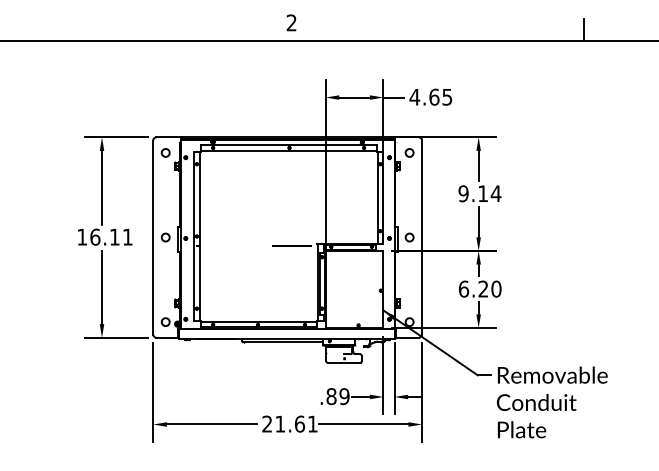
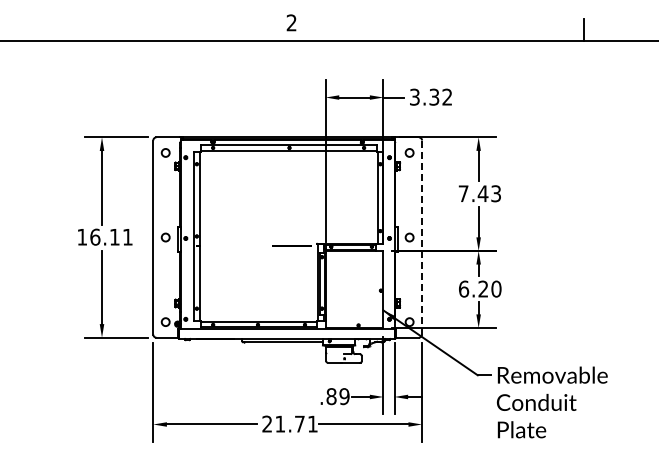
text at (430, 96): 4.65 -> 3.32
text at (479, 193): 9.14 -> 7.43
line at (422, 237): solid -> dashed
text at (299, 423): 21.61 -> 21.71
